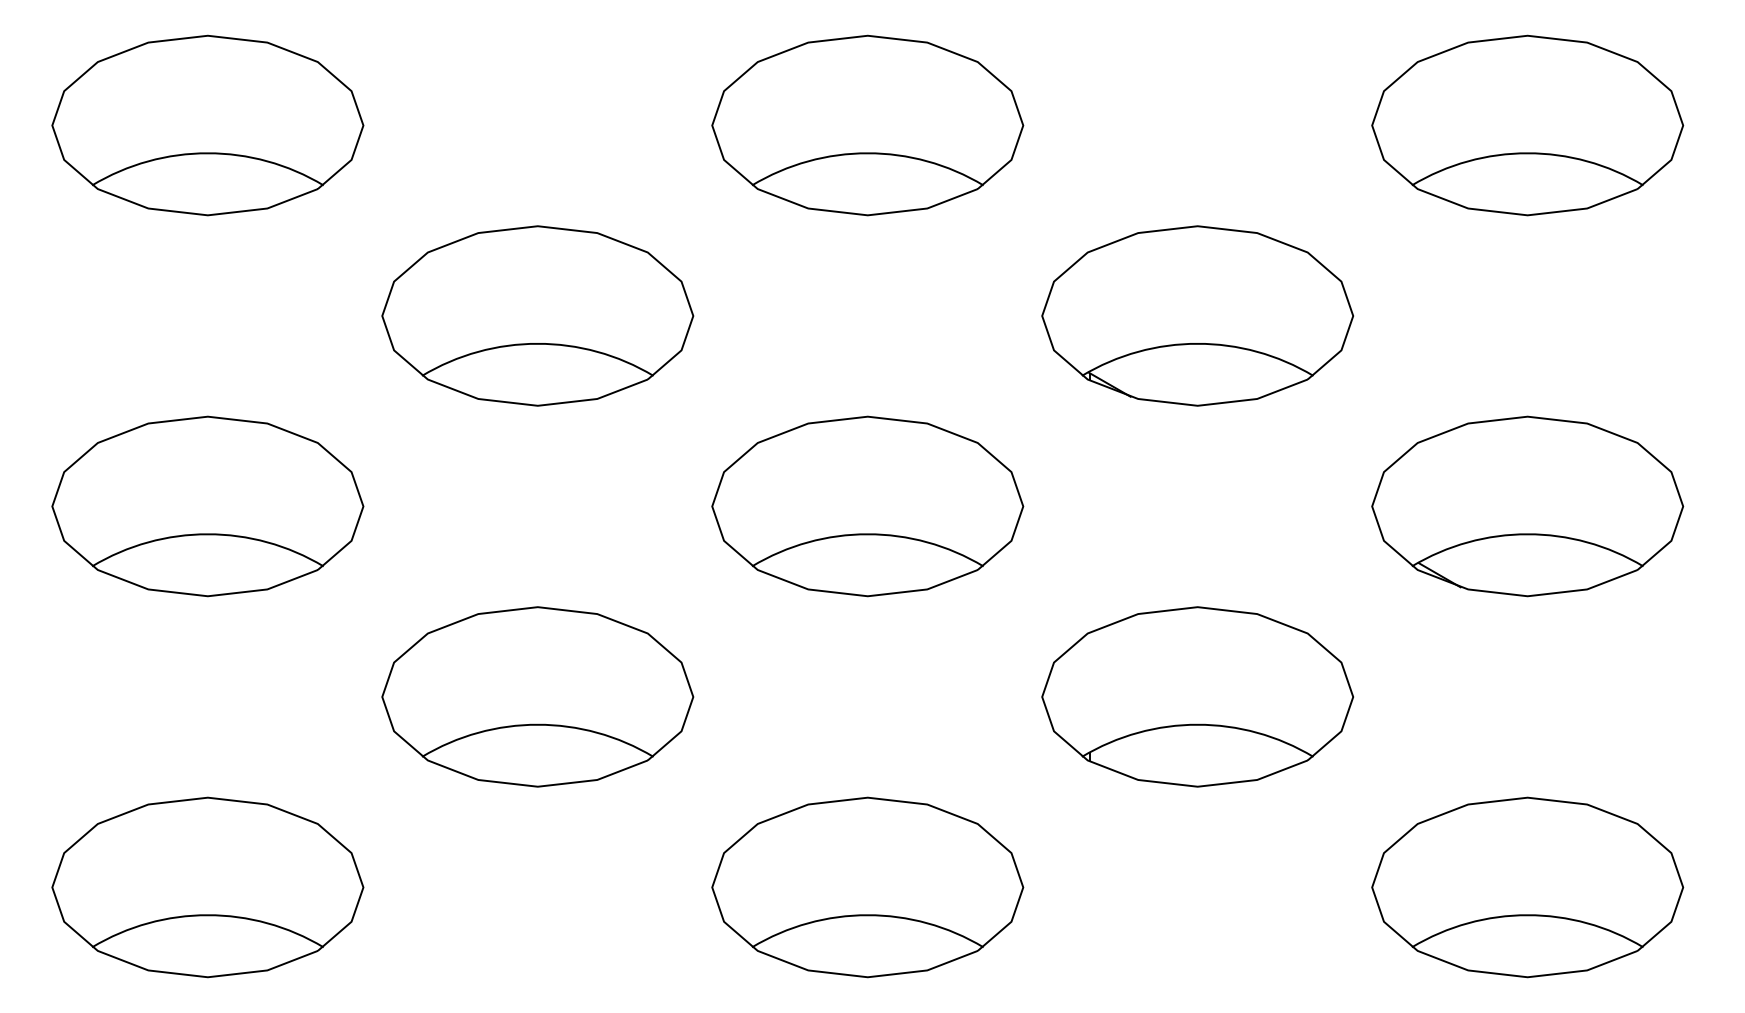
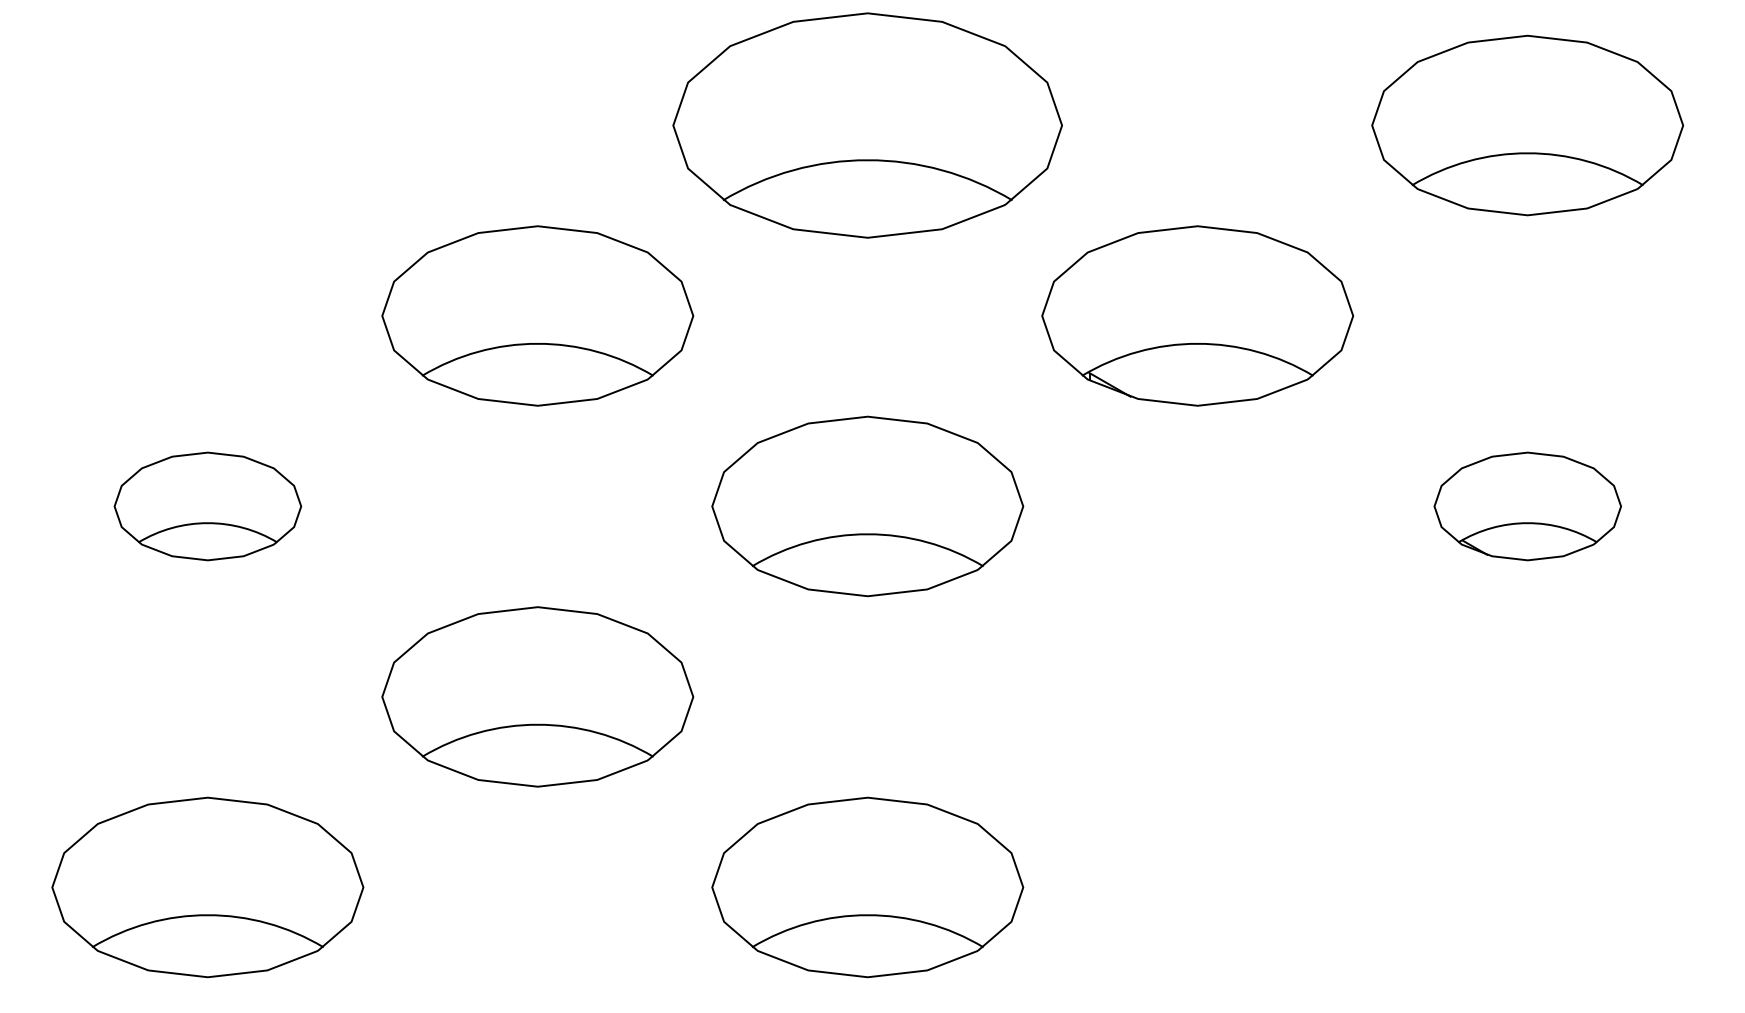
part at (207, 125): present -> none
part at (867, 125) size: 314x183 px -> 391x227 px
part at (207, 506) size: 314x183 px -> 190x111 px
part at (1527, 506) size: 314x183 px -> 189x111 px
part at (1197, 696): present -> none
part at (1527, 887): present -> none
